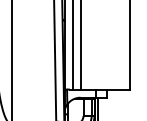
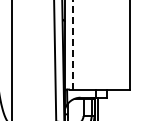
line at (72, 44): solid -> dashed
line at (81, 45): present -> none
